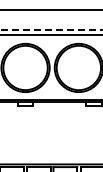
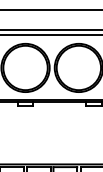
line at (51, 30): dashed -> solid
